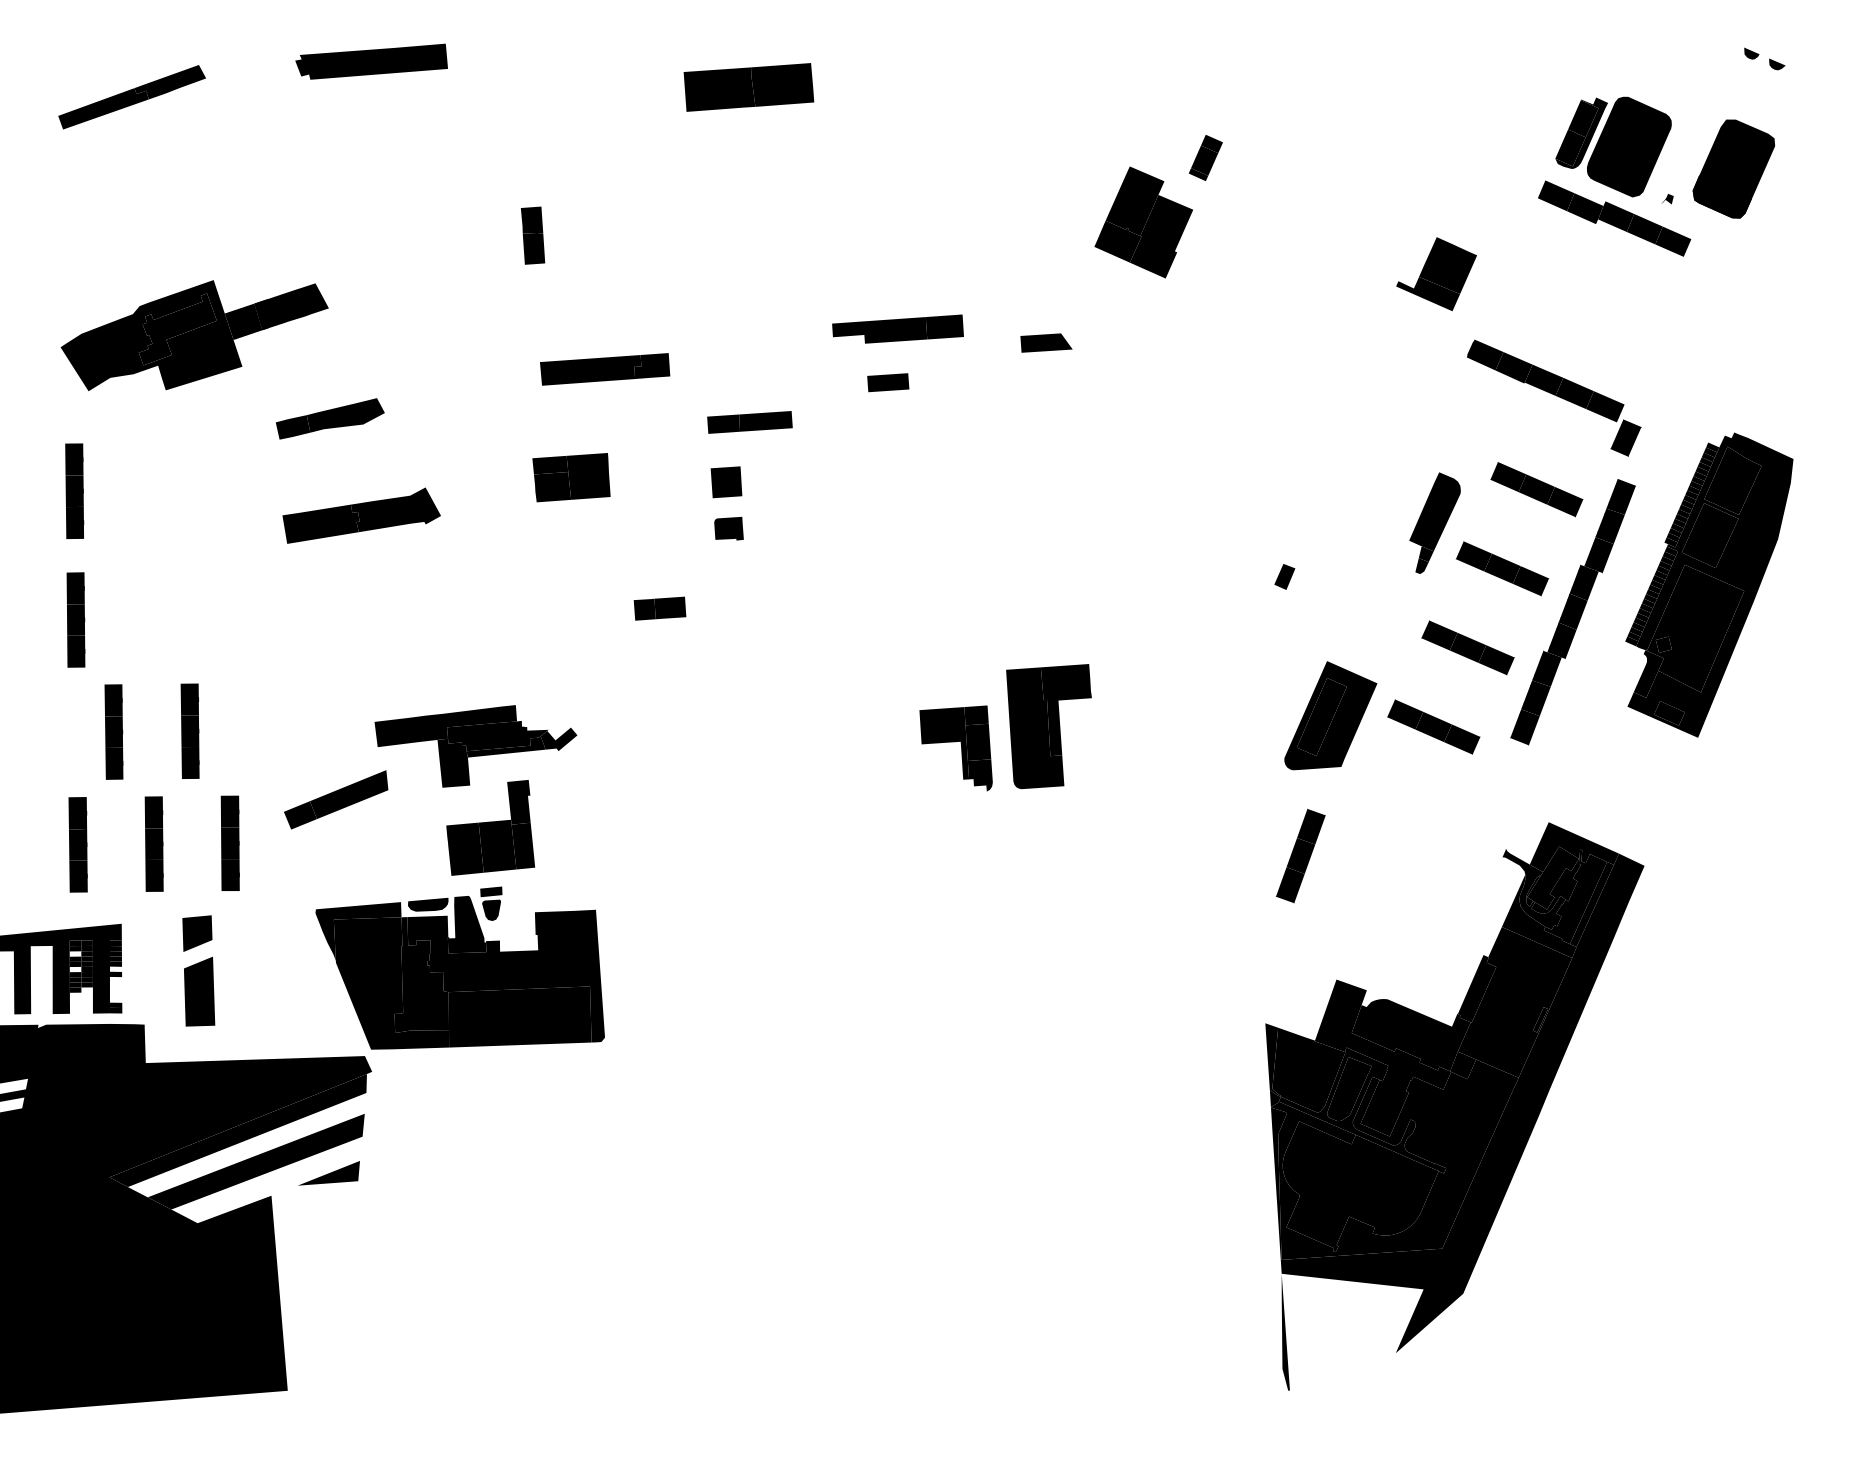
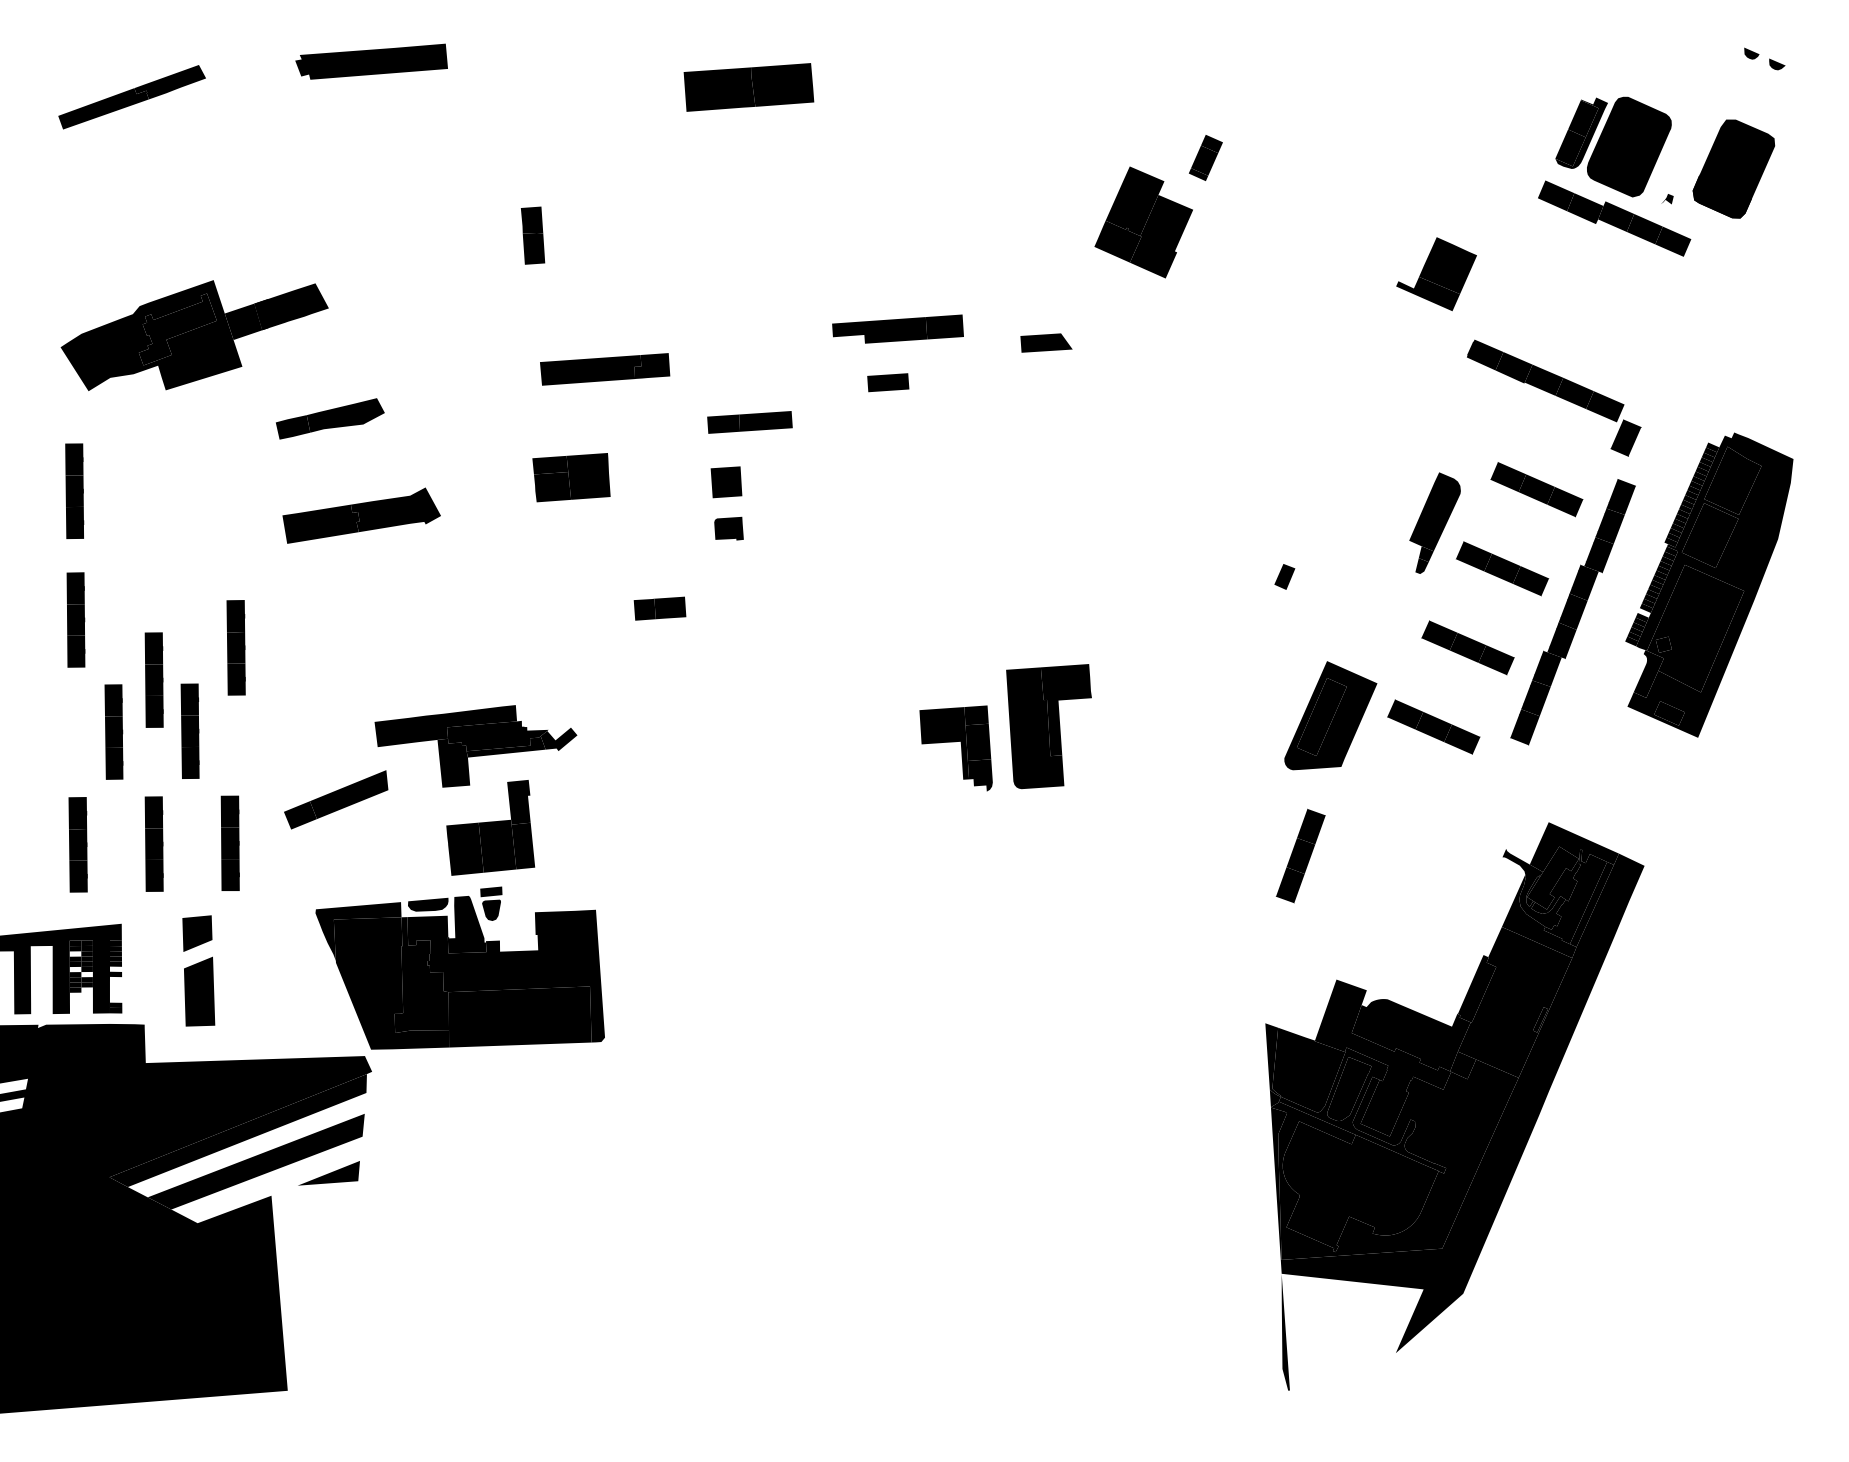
fill at (1643, 612): present -> none
part at (235, 647): none -> present
part at (153, 679): none -> present
fill at (86, 974): present -> none
